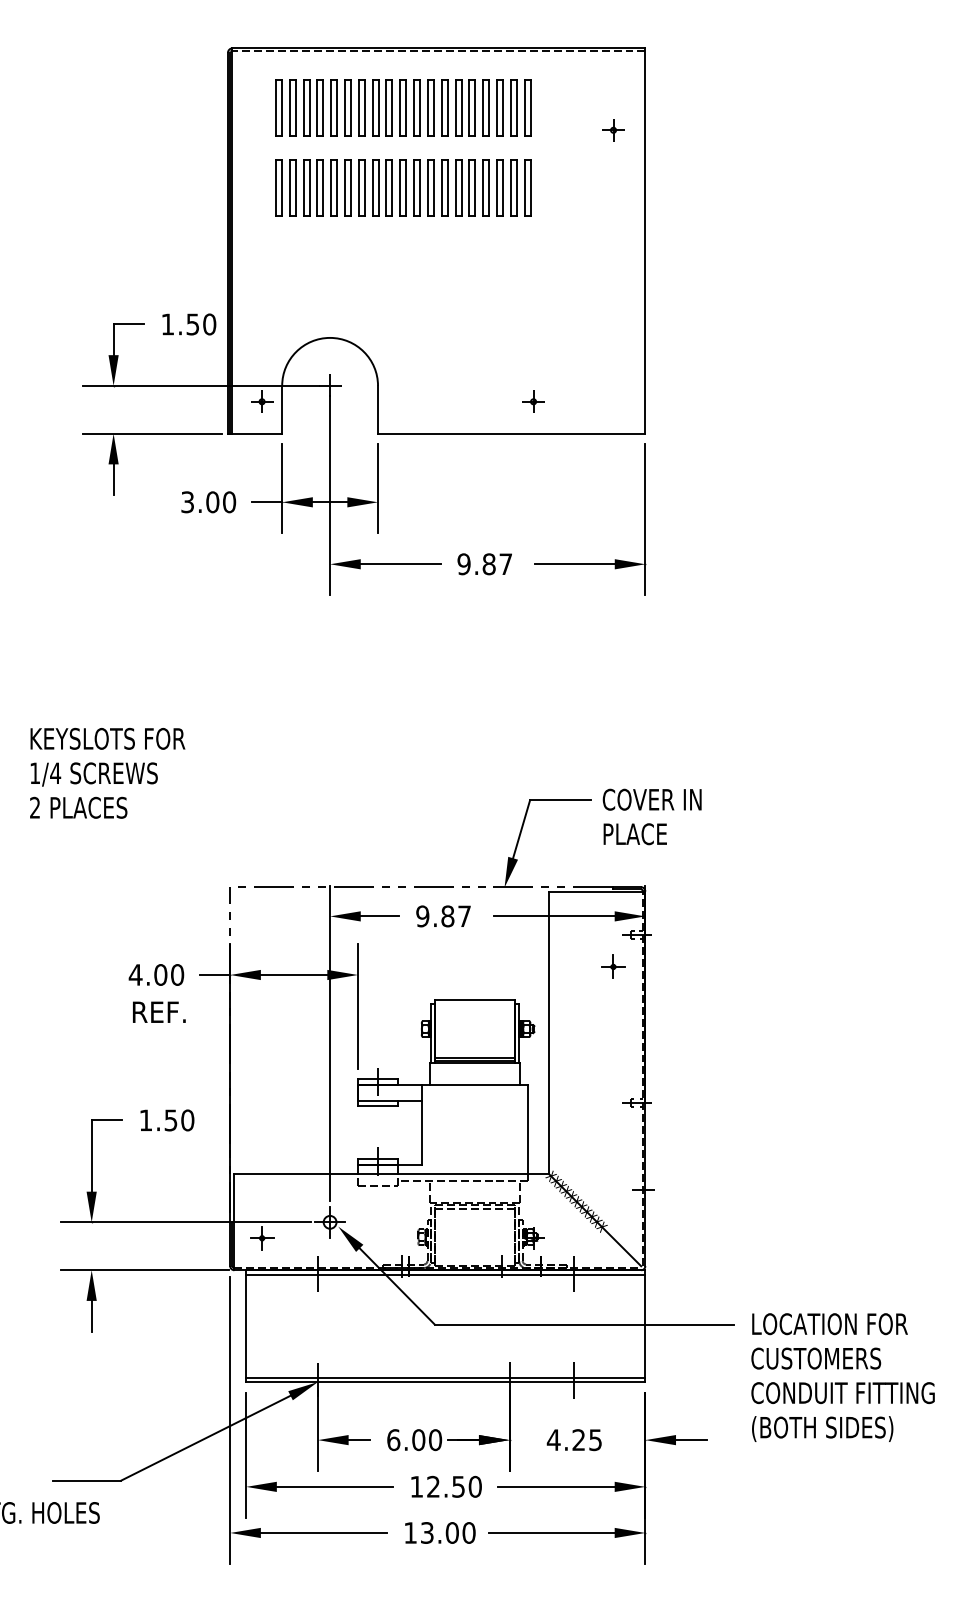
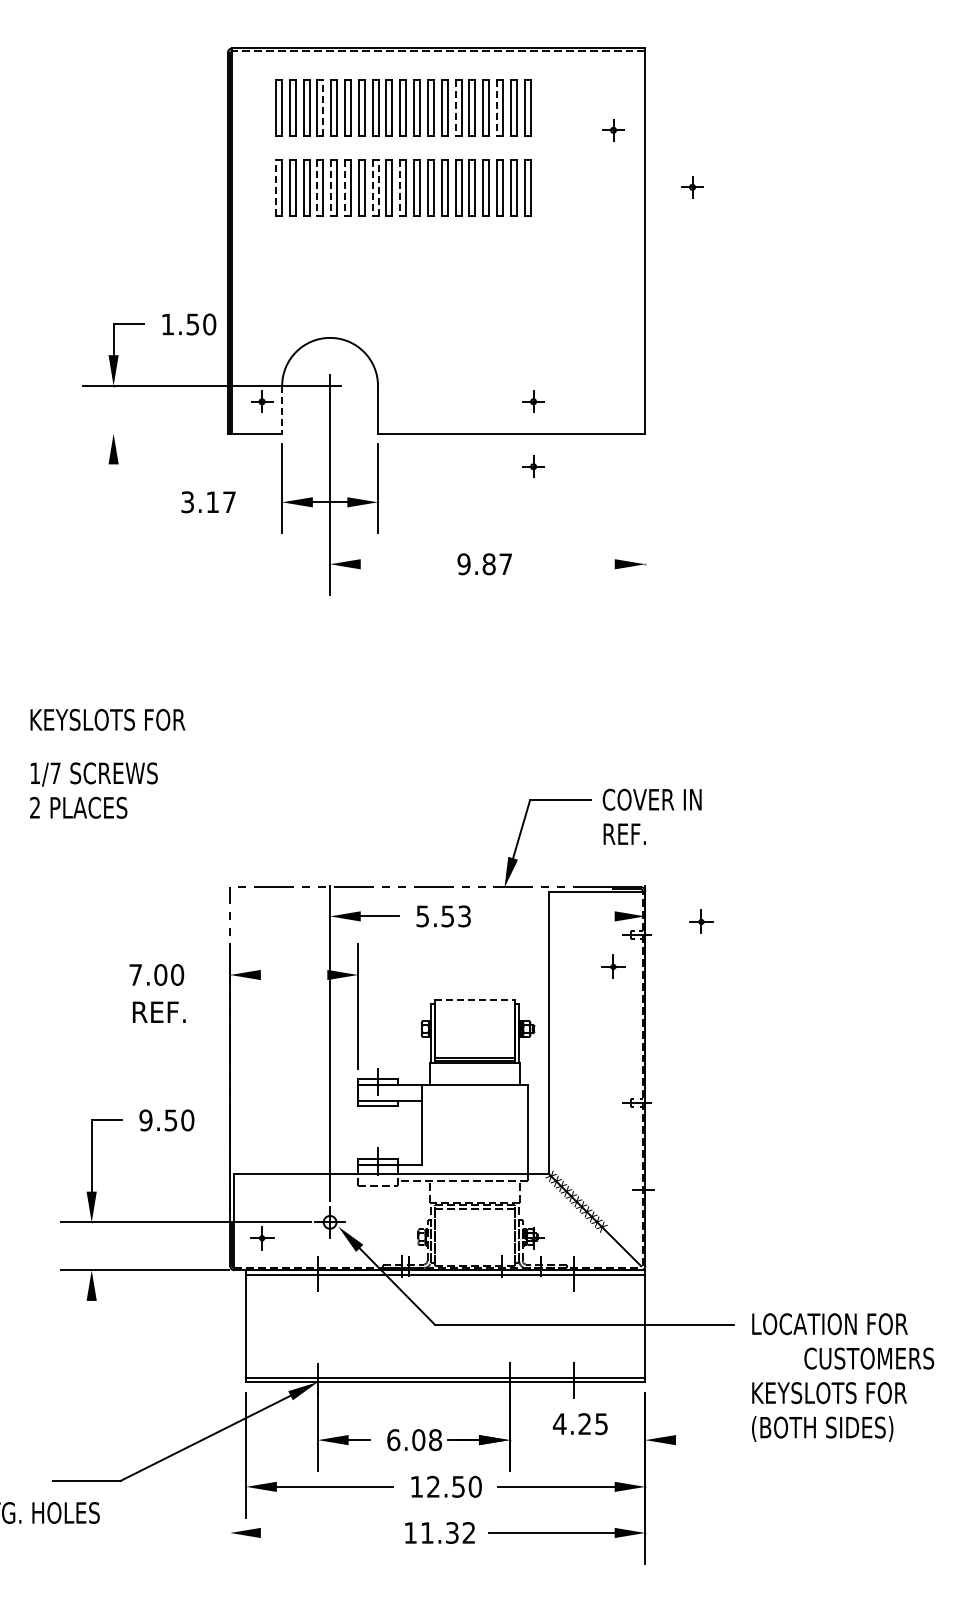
line at (323, 108): solid -> dashed
line at (455, 108): solid -> dashed
line at (497, 108): solid -> dashed
part at (692, 187): none -> present
line at (275, 188): solid -> dashed
line at (317, 188): solid -> dashed
line at (331, 188): solid -> dashed
line at (345, 188): solid -> dashed
line at (372, 188): solid -> dashed
line at (378, 188): solid -> dashed
line at (400, 188): solid -> dashed
line at (282, 409): solid -> dashed
line at (151, 433): present -> none
part at (533, 466): none -> present
line at (113, 479): present -> none
text at (221, 502): 3.00 -> 3.17
line at (266, 502): present -> none
line at (645, 519): present -> none
line at (400, 564): present -> none
line at (574, 564): present -> none
text at (107, 738) position: (107, 738) -> (107, 719)
text at (55, 772): 1/4 -> 1/7
text at (635, 834): PLACE -> REF.
text at (443, 916): 9.87 -> 5.53
line at (553, 916): present -> none
part at (701, 921): none -> present
text at (135, 974): 4.00 -> 7.00
line at (214, 975): present -> none
line at (293, 975): present -> none
line at (475, 1000): solid -> dashed
text at (145, 1120): 1.50 -> 9.50
line at (91, 1315): present -> none
text at (816, 1358) position: (816, 1358) -> (869, 1358)
text at (842, 1393): CONDUIT FITTING -> KEYSLOTS FOR
line at (230, 1419): present -> none
text at (435, 1439): 6.00 -> 6.08
text at (573, 1440) position: (573, 1440) -> (579, 1424)
line at (691, 1440): present -> none
line at (323, 1532): present -> none
text at (448, 1532): 13.00 -> 11.32
